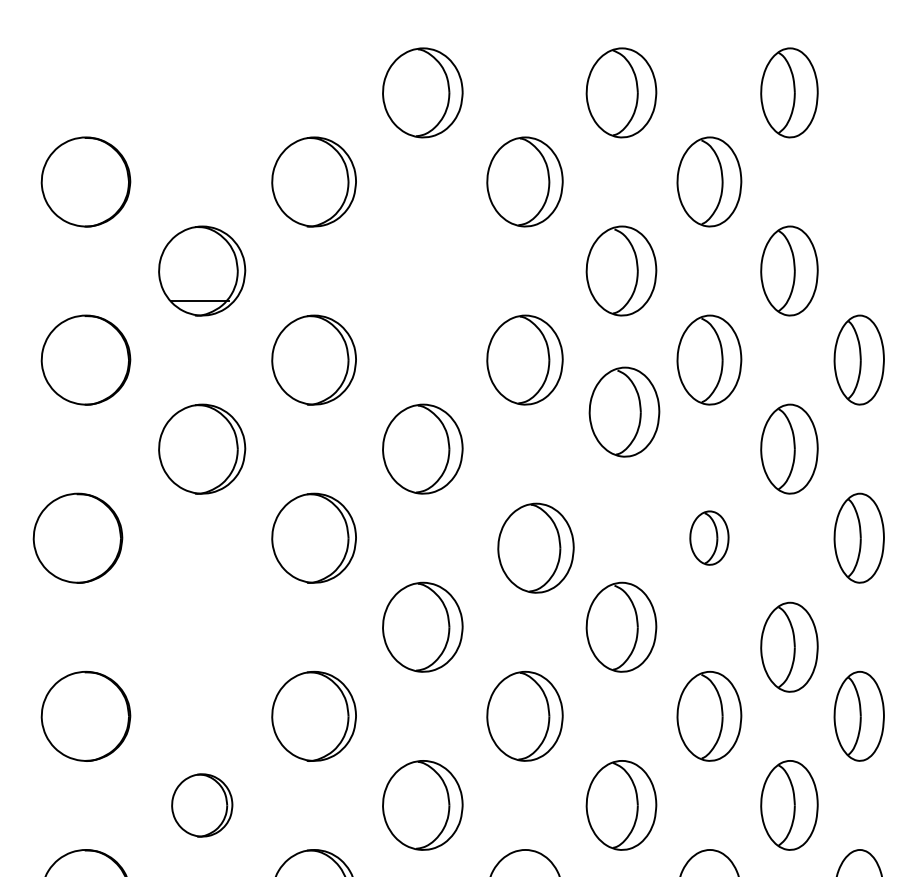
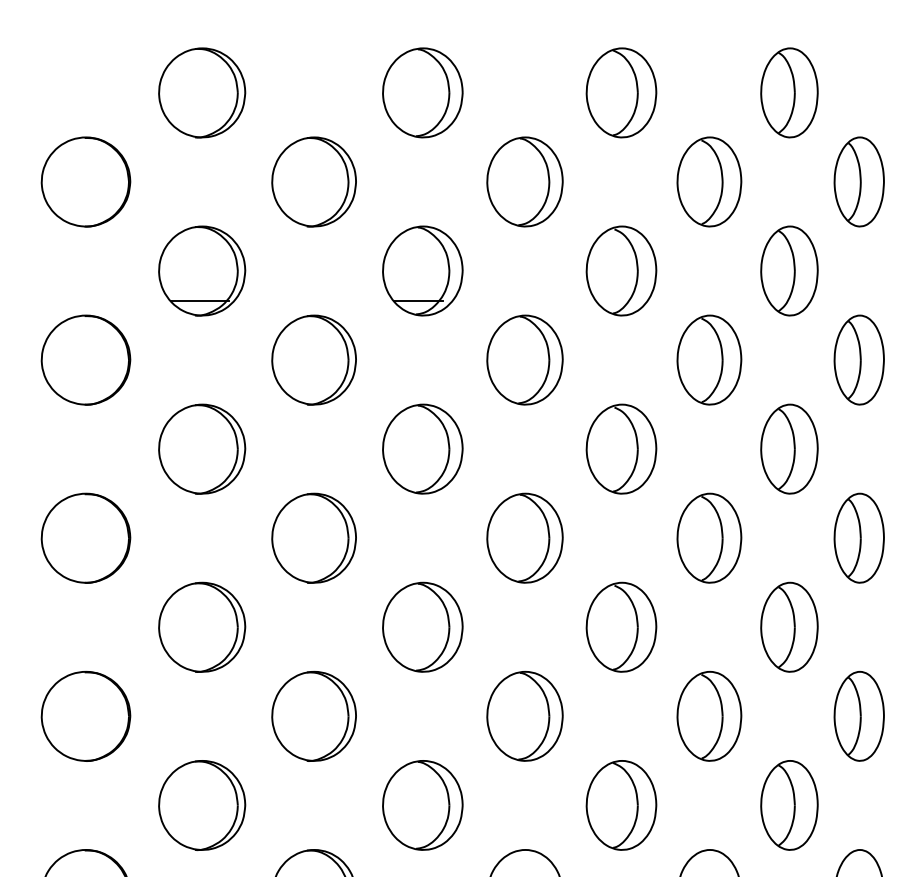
part at (202, 92): none -> present
part at (858, 181): none -> present
part at (422, 270): none -> present
part at (624, 411) position: (624, 411) -> (621, 448)
part at (77, 537) position: (77, 537) -> (85, 537)
part at (709, 537) size: 41x56 px -> 67x92 px
part at (535, 547) position: (535, 547) -> (524, 537)
part at (202, 626): none -> present
part at (789, 646) position: (789, 646) -> (789, 626)
part at (202, 805) size: 63x65 px -> 89x91 px
